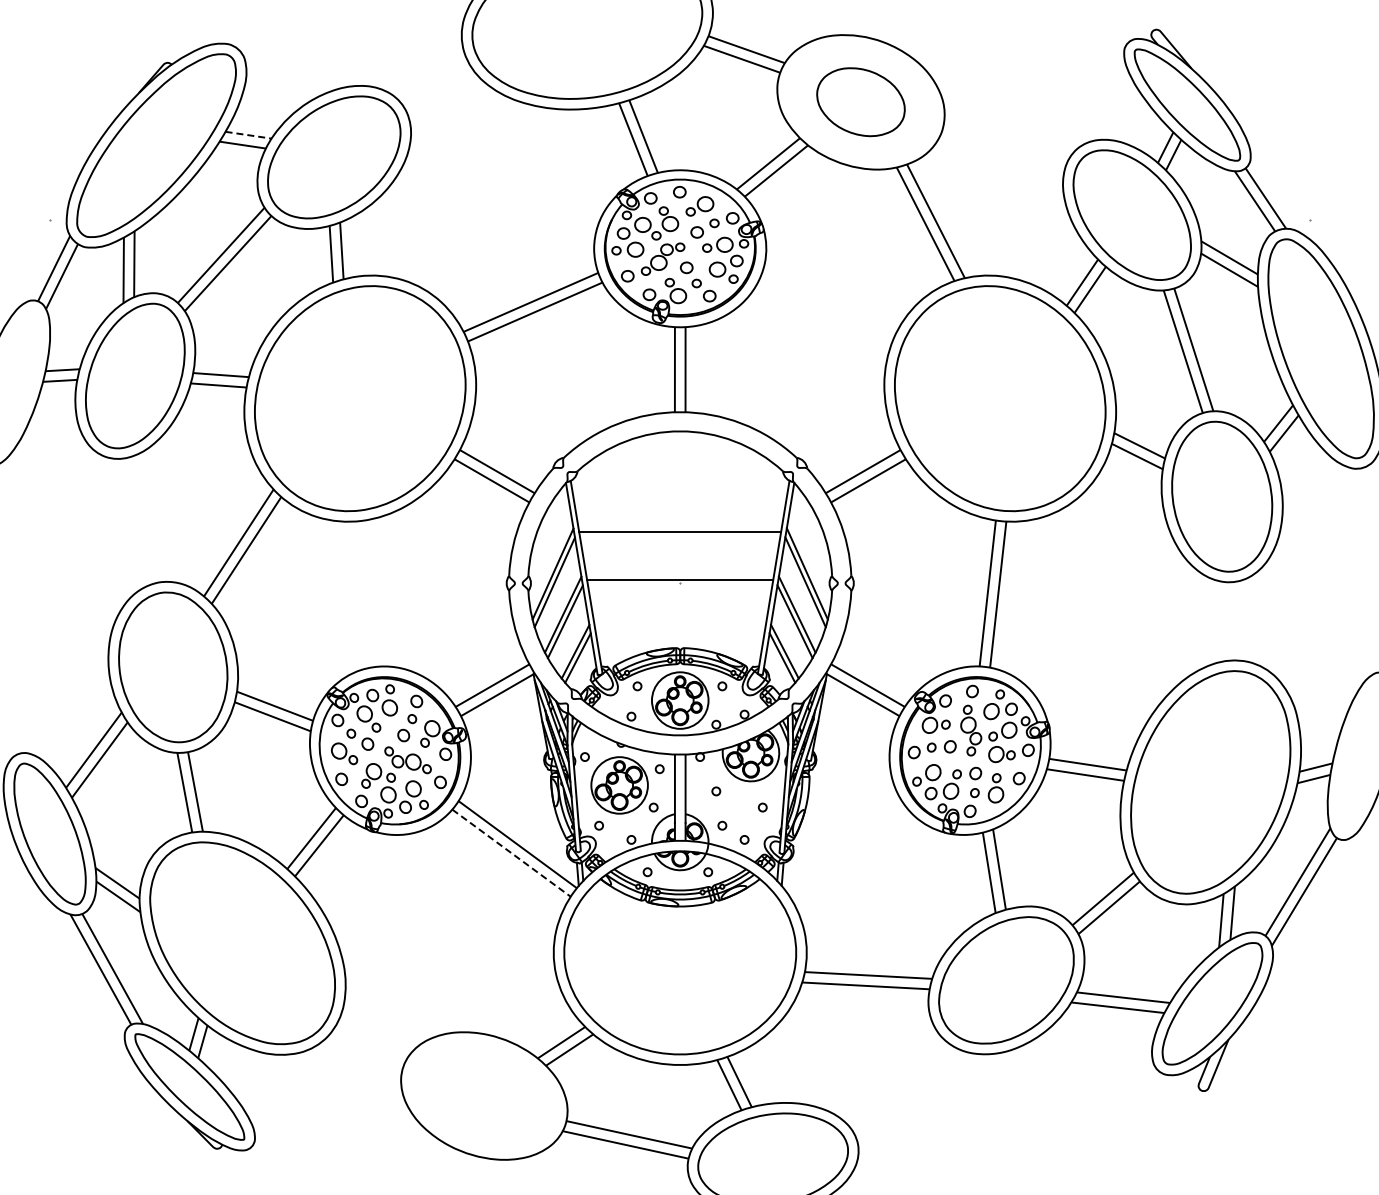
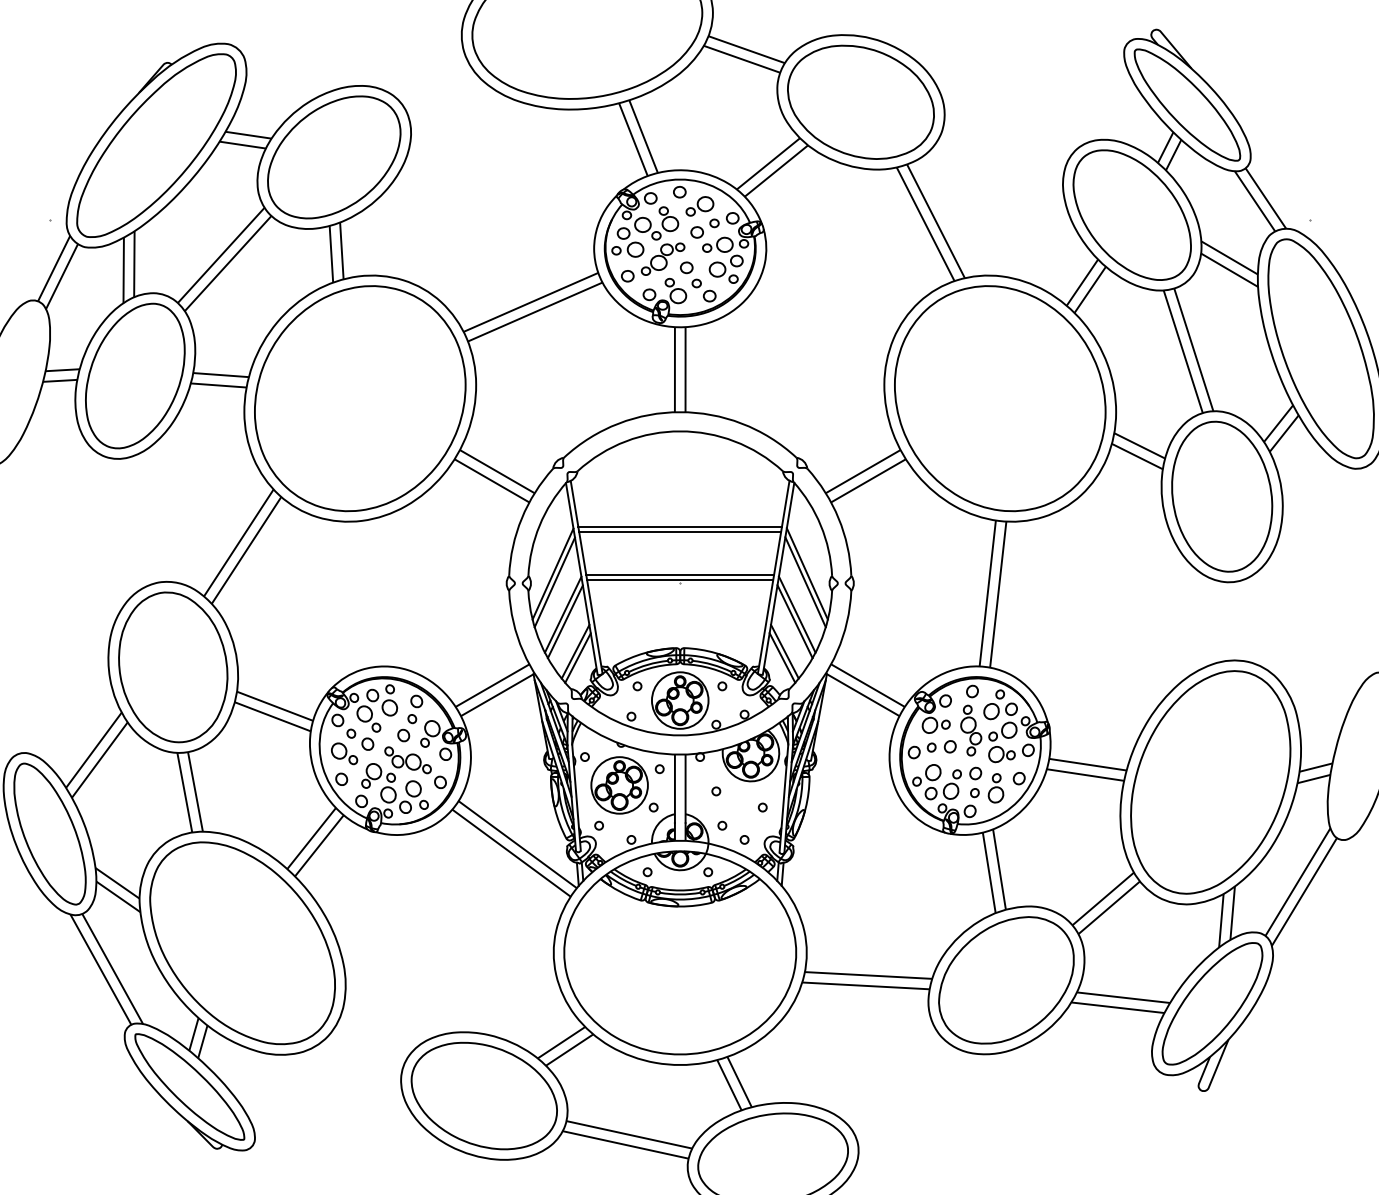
part at (860, 102) size: 90x71 px -> 148x116 px
line at (249, 135): dashed -> solid
line at (679, 526): none -> present
line at (680, 574): none -> present
line at (511, 853): dashed -> solid
part at (483, 1095): none -> present
